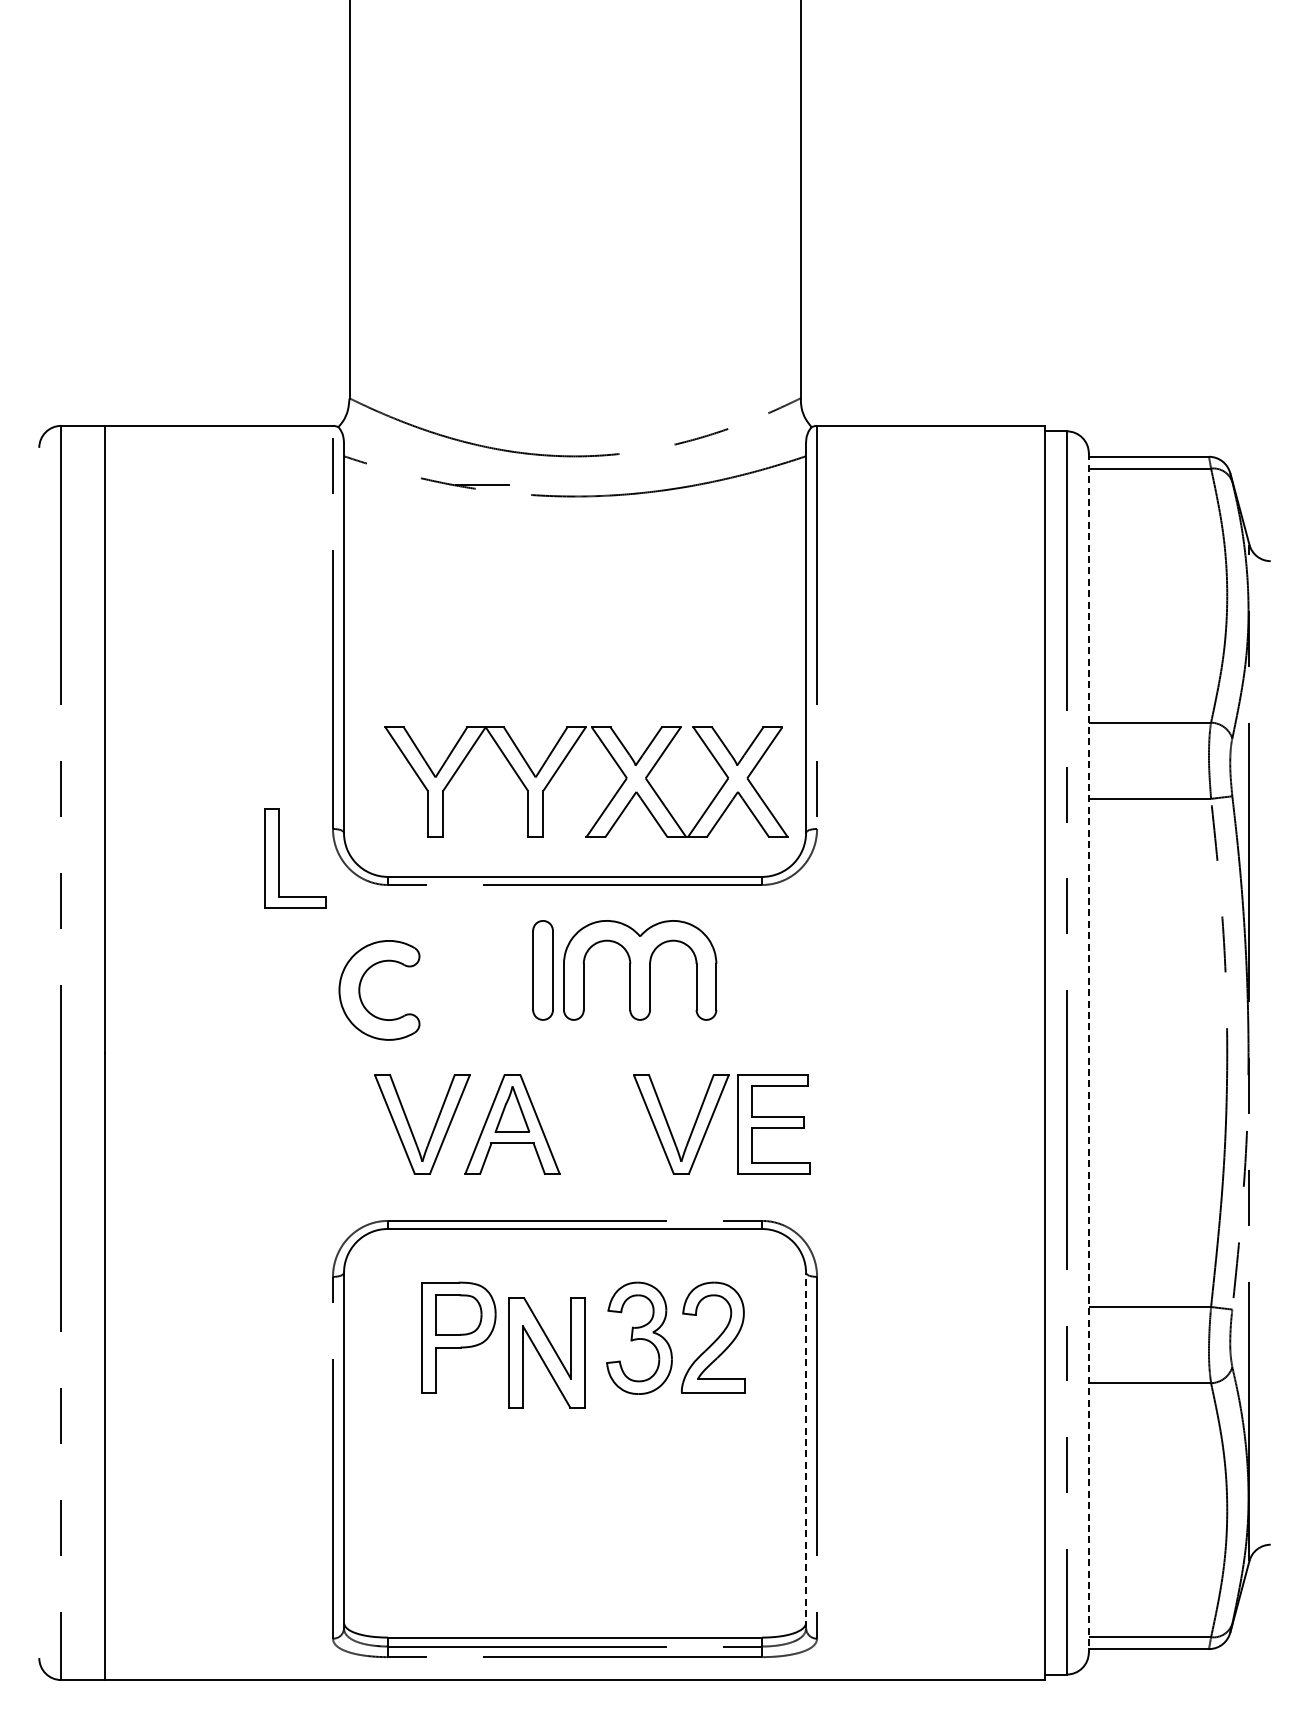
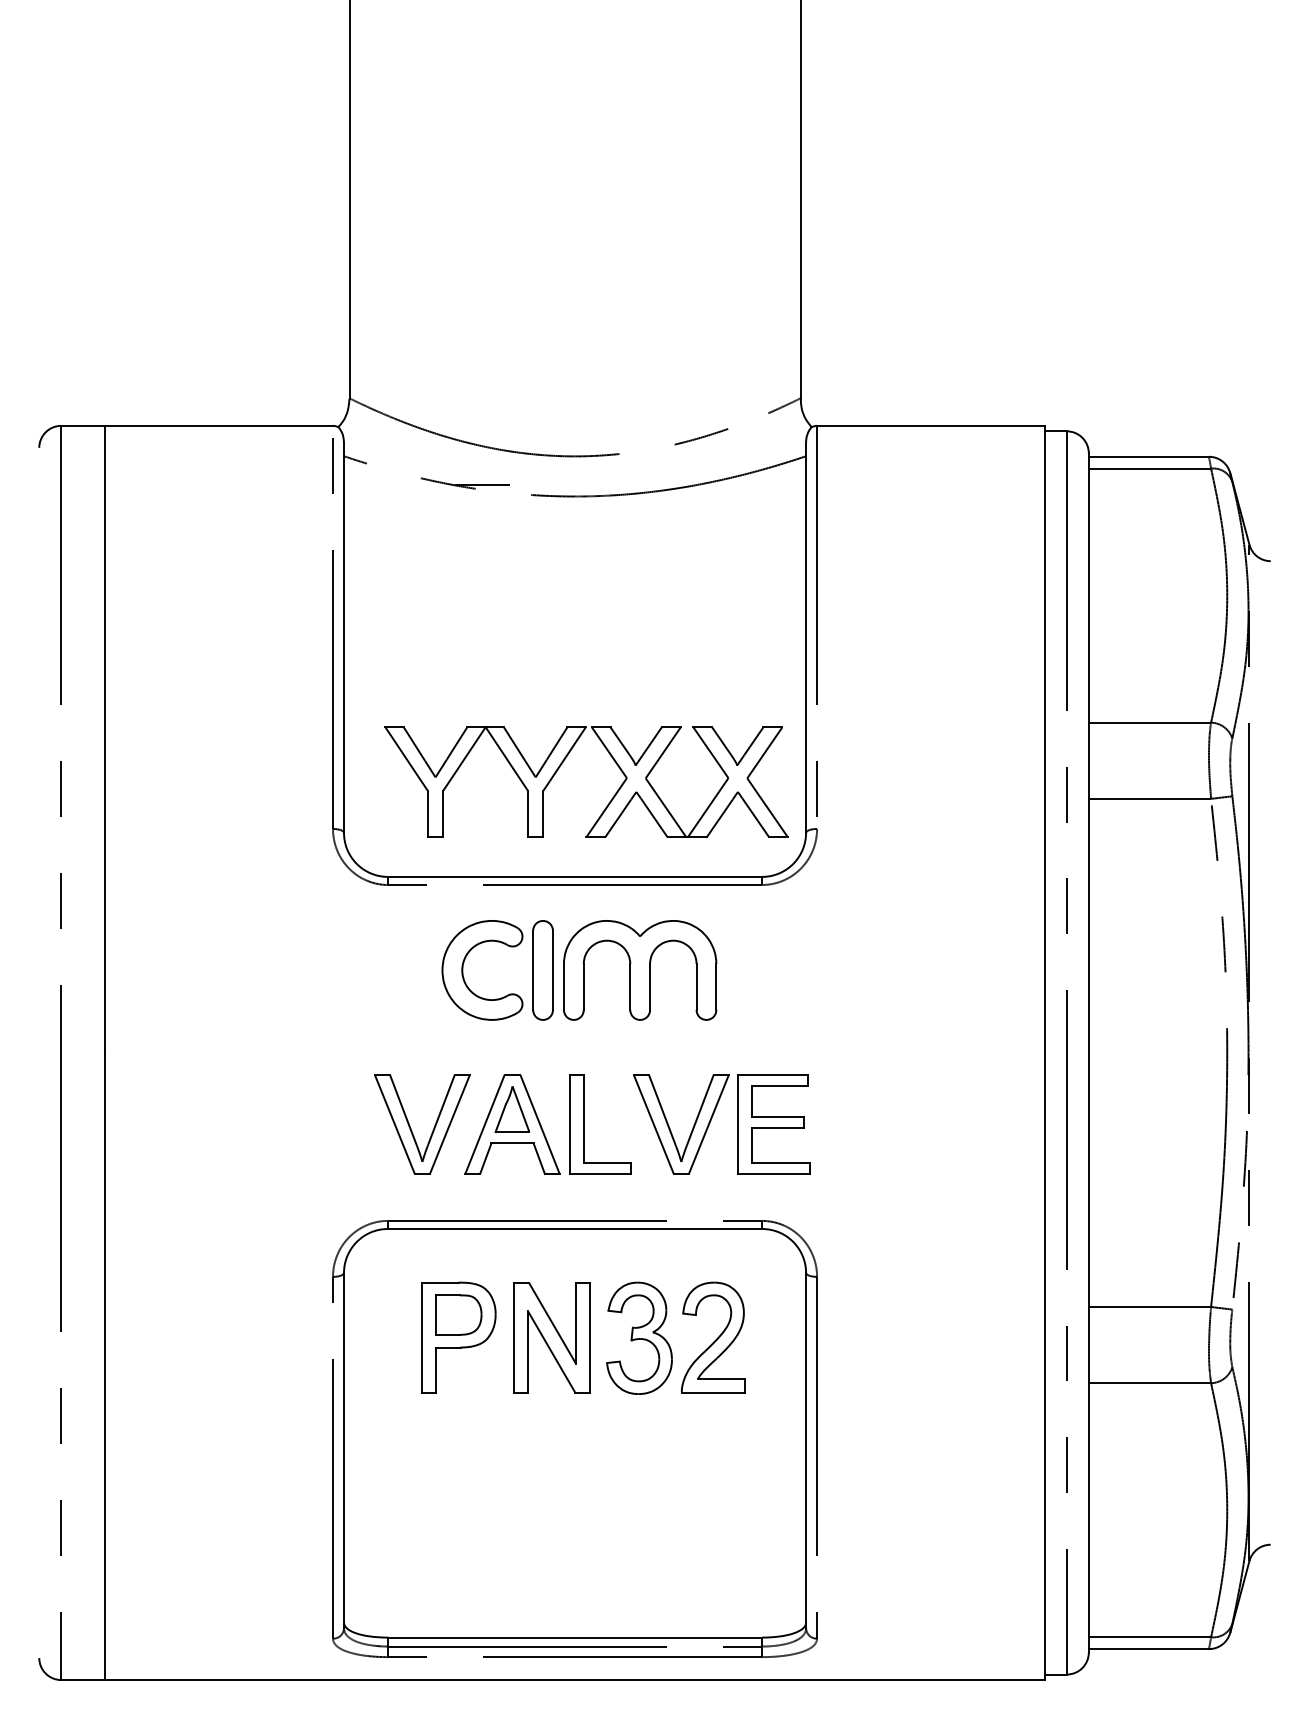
part at (279, 858) position: (279, 858) -> (584, 1124)
part at (360, 990) position: (360, 990) -> (463, 970)
line at (1088, 1052): dashed -> solid
part at (546, 1352) position: (546, 1352) -> (551, 1337)
line at (806, 1450): dashed -> solid
